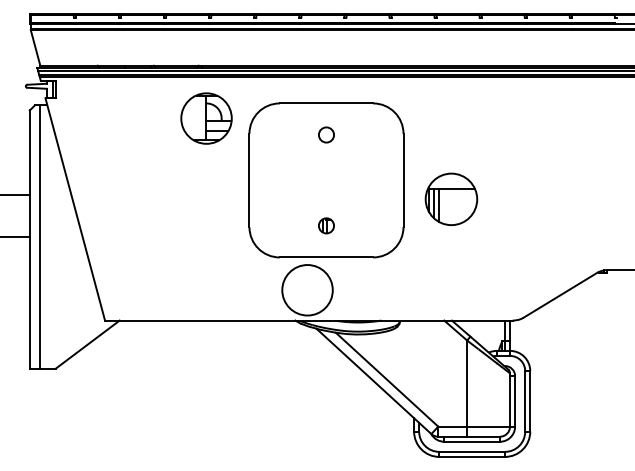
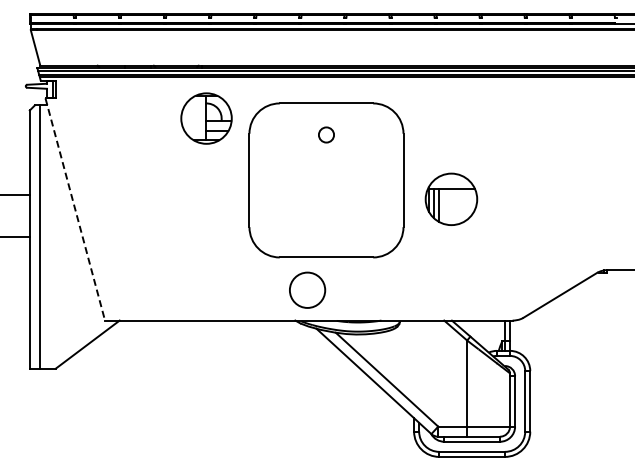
line at (75, 209): solid -> dashed
part at (326, 225): present -> none
circle at (307, 290) diameter: 50 px -> 35 px
